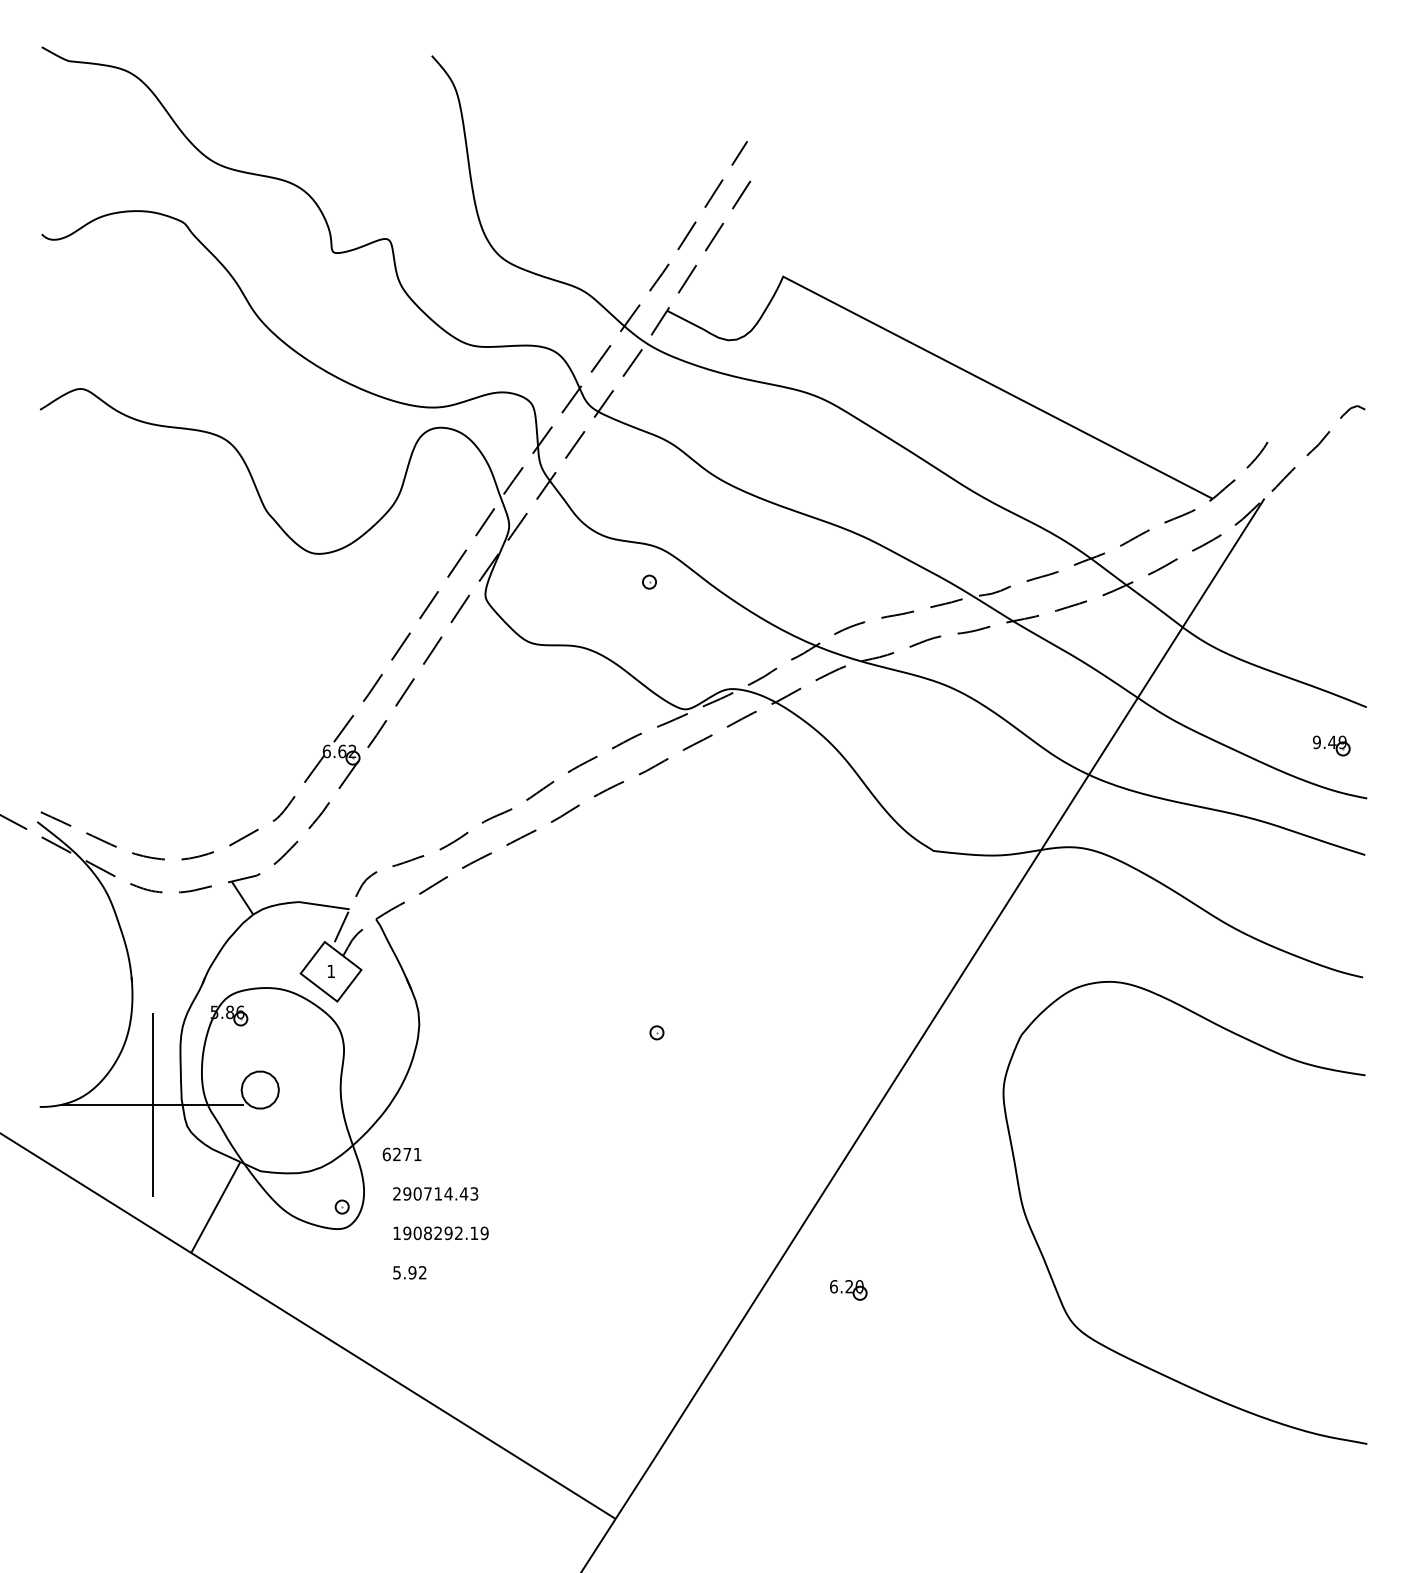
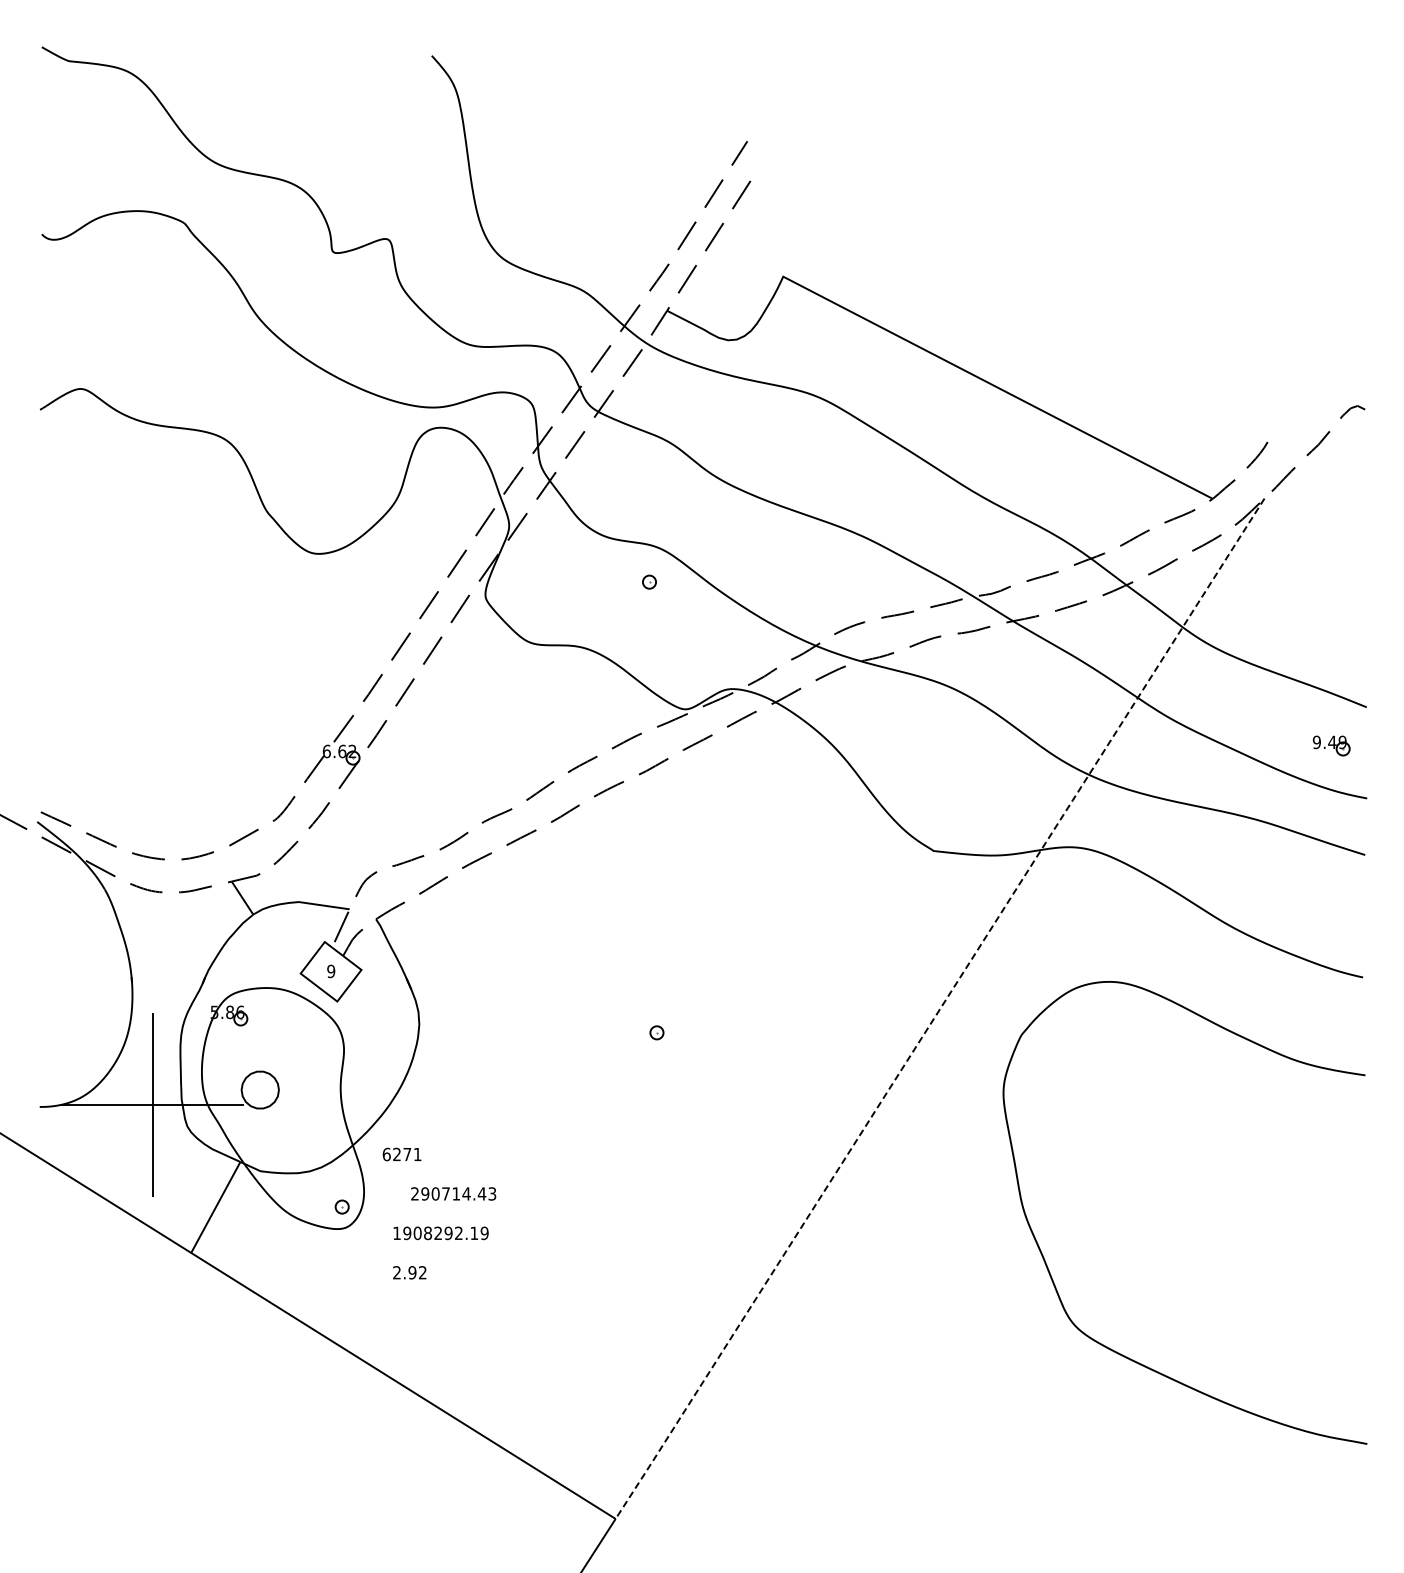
text at (331, 971): 1 -> 9
line at (939, 1009): solid -> dashed
text at (435, 1193) position: (435, 1193) -> (453, 1193)
text at (396, 1272): 5.92 -> 2.92
part at (848, 1290): present -> none
